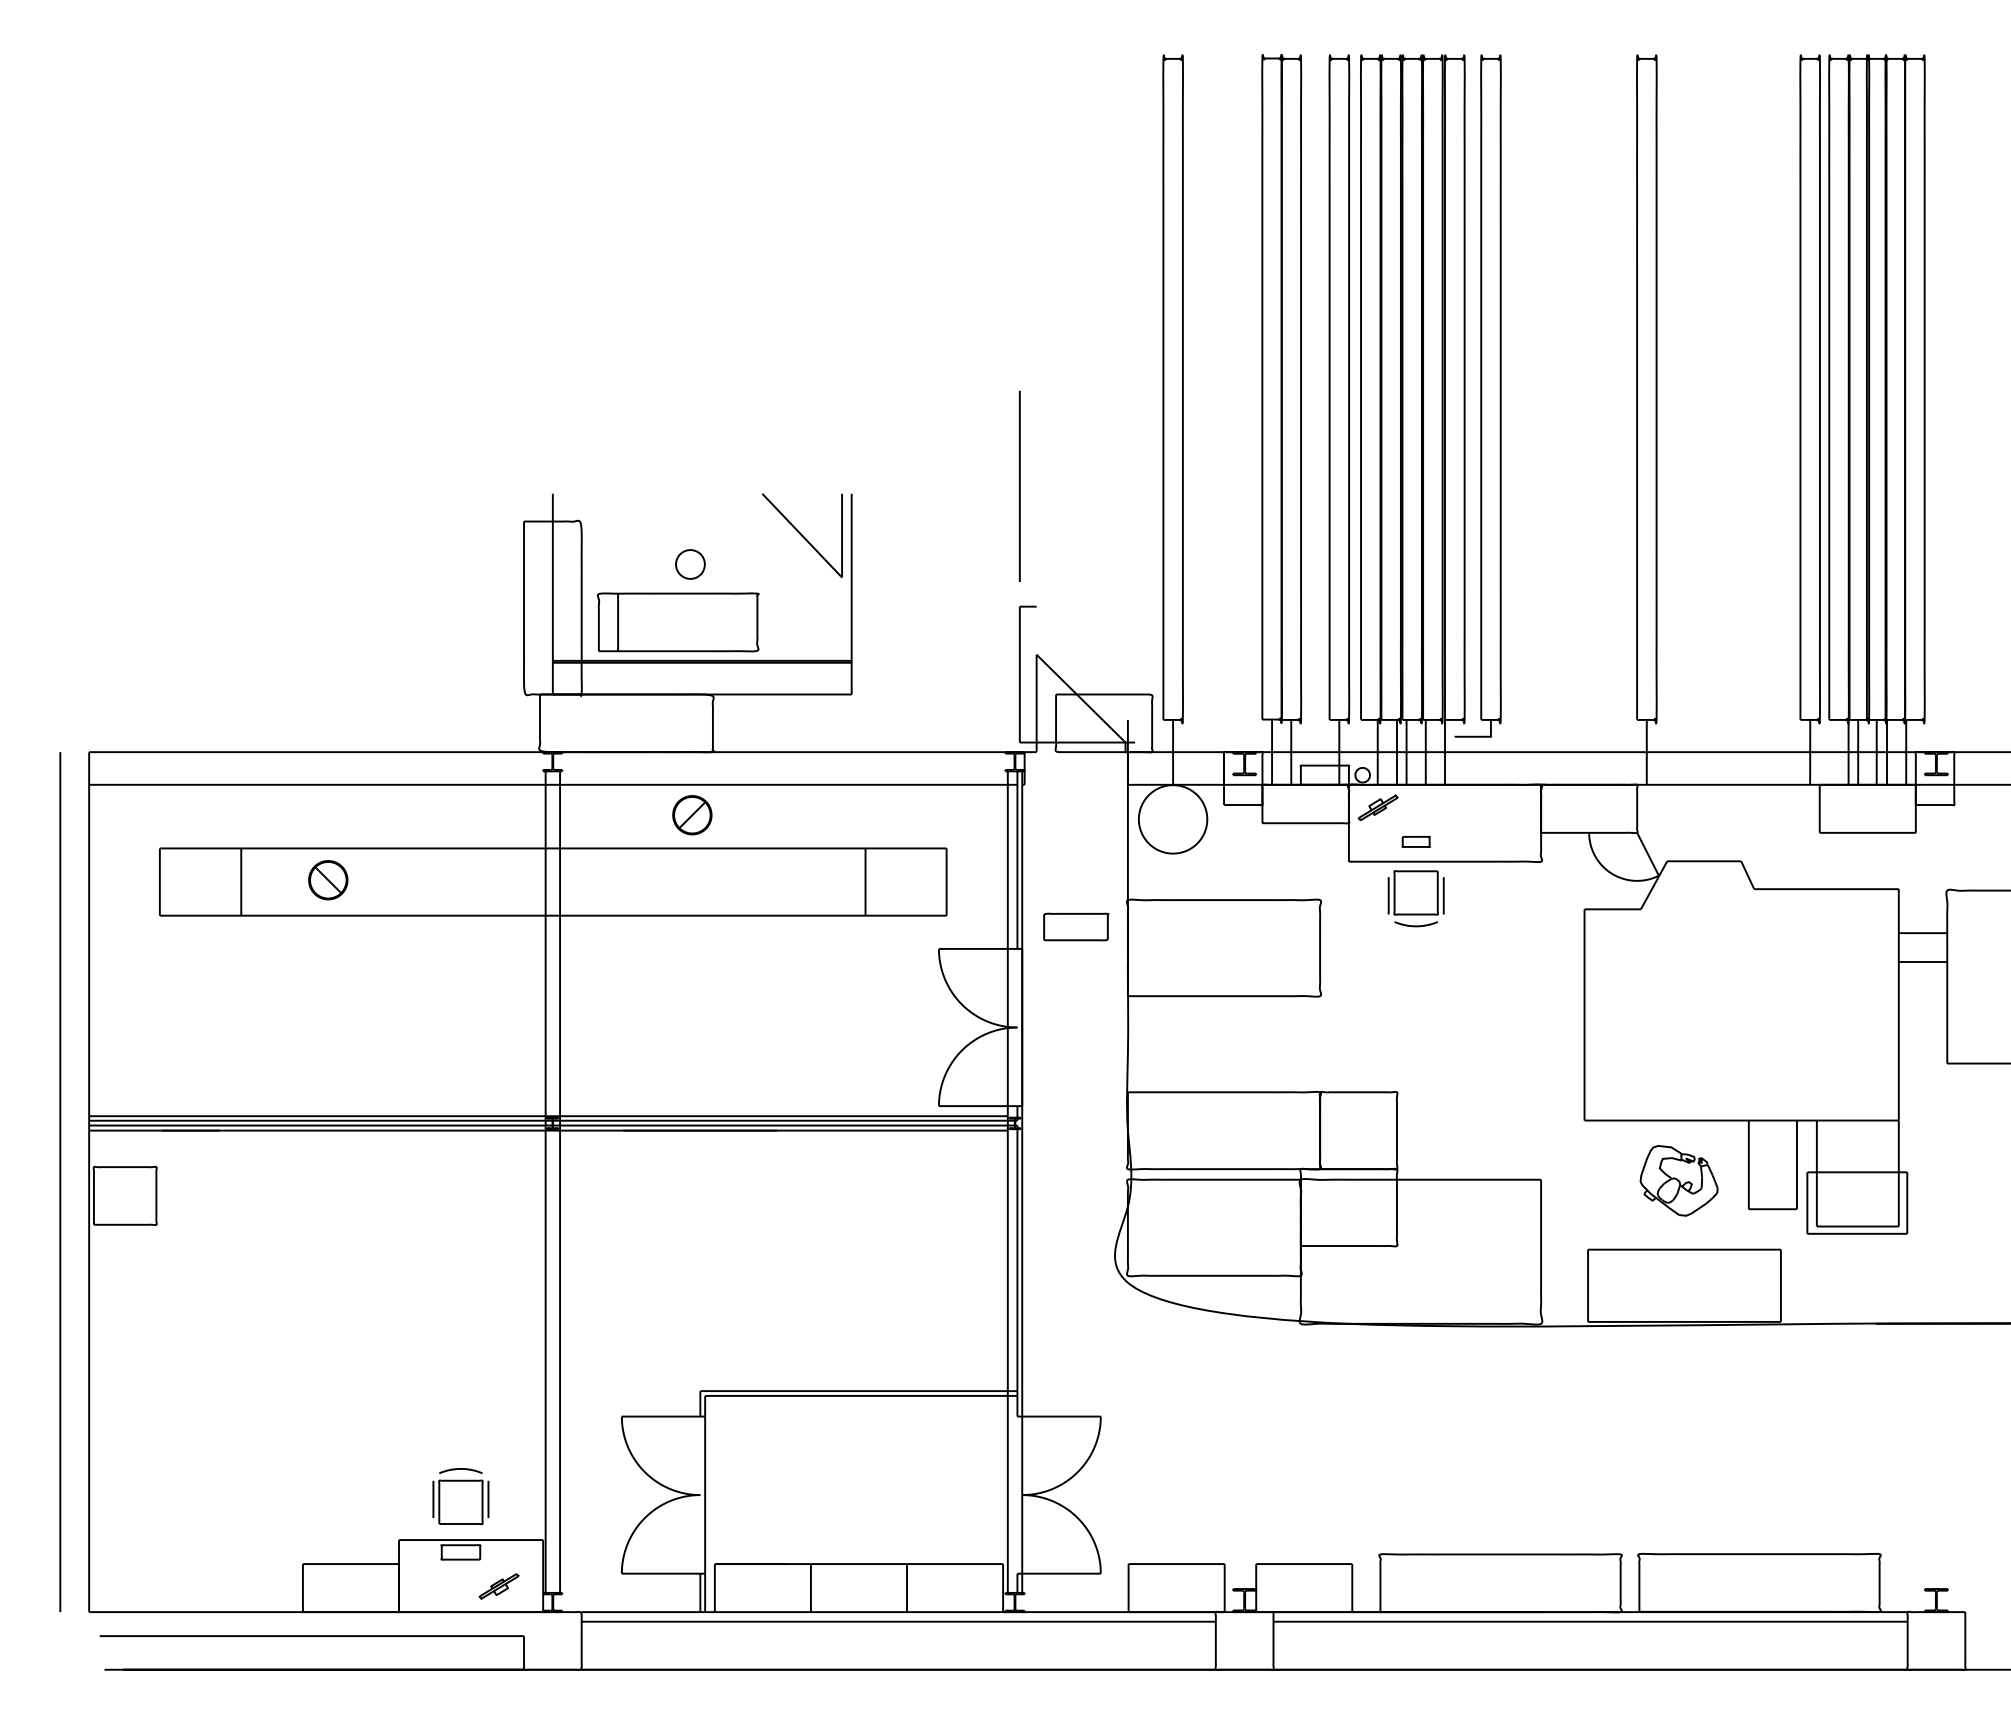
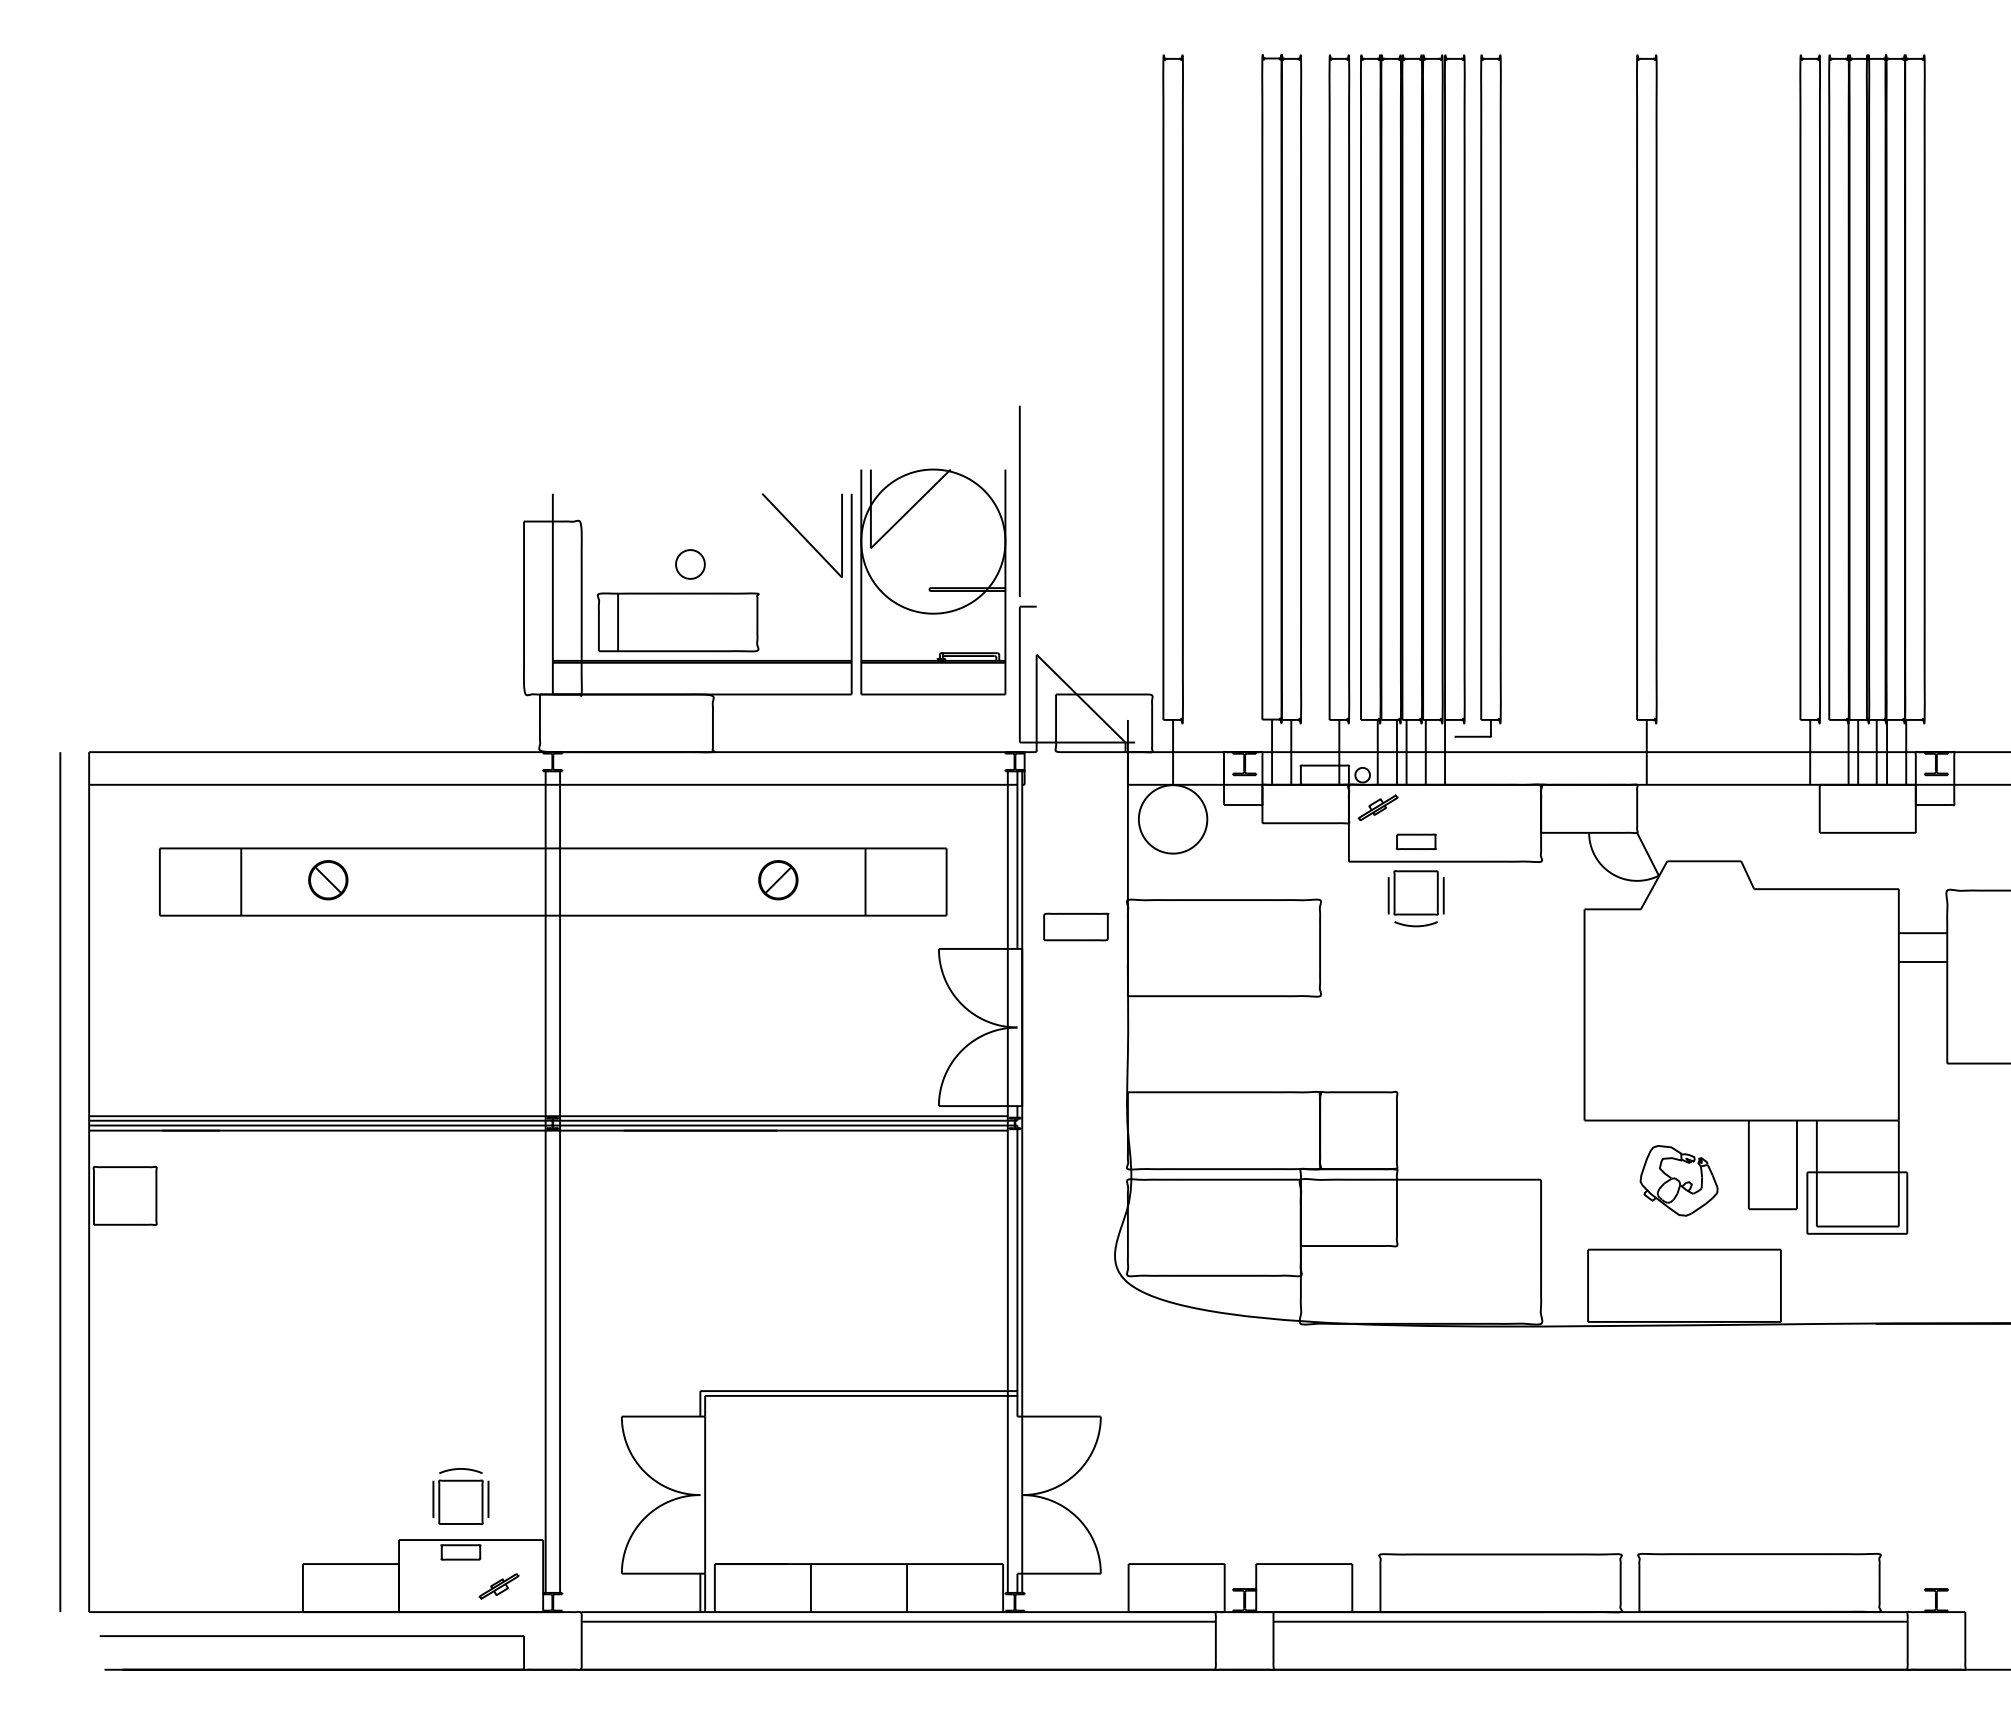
line at (1019, 485) position: (1019, 485) -> (1019, 500)
part at (933, 581): none -> present
part at (692, 815) position: (692, 815) -> (778, 880)
part at (1416, 841) size: 31x13 px -> 42x18 px
